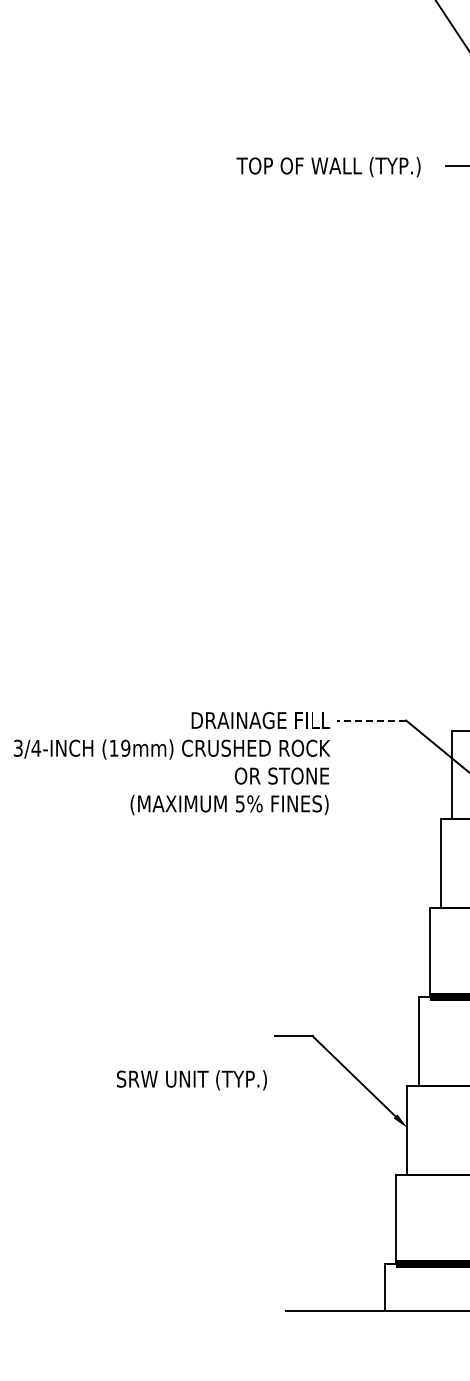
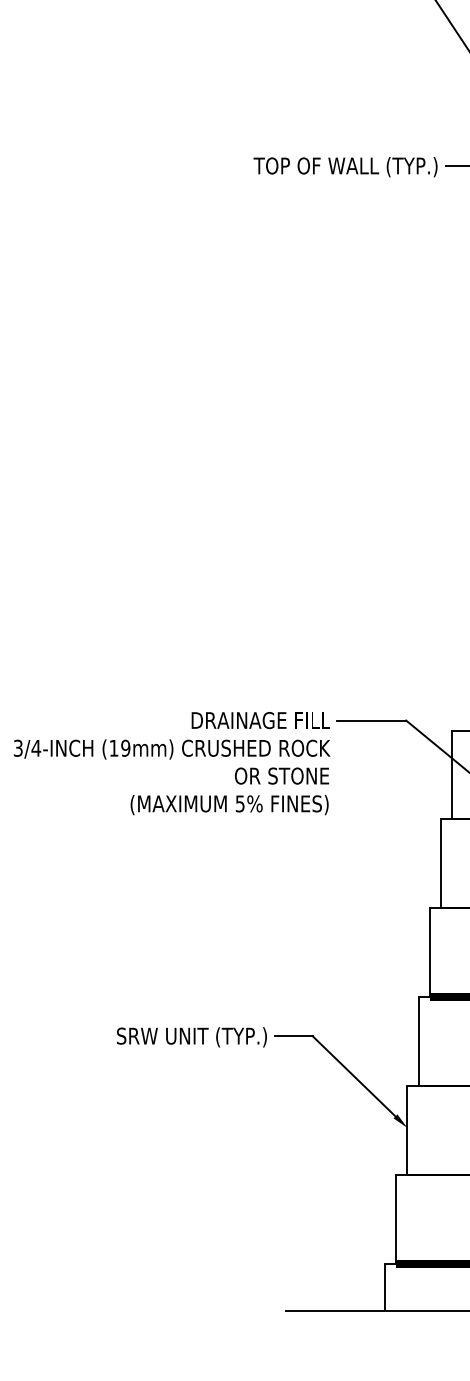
text at (328, 167) position: (328, 167) -> (345, 167)
line at (371, 720): dashed -> solid
text at (191, 1080) position: (191, 1080) -> (191, 1037)
